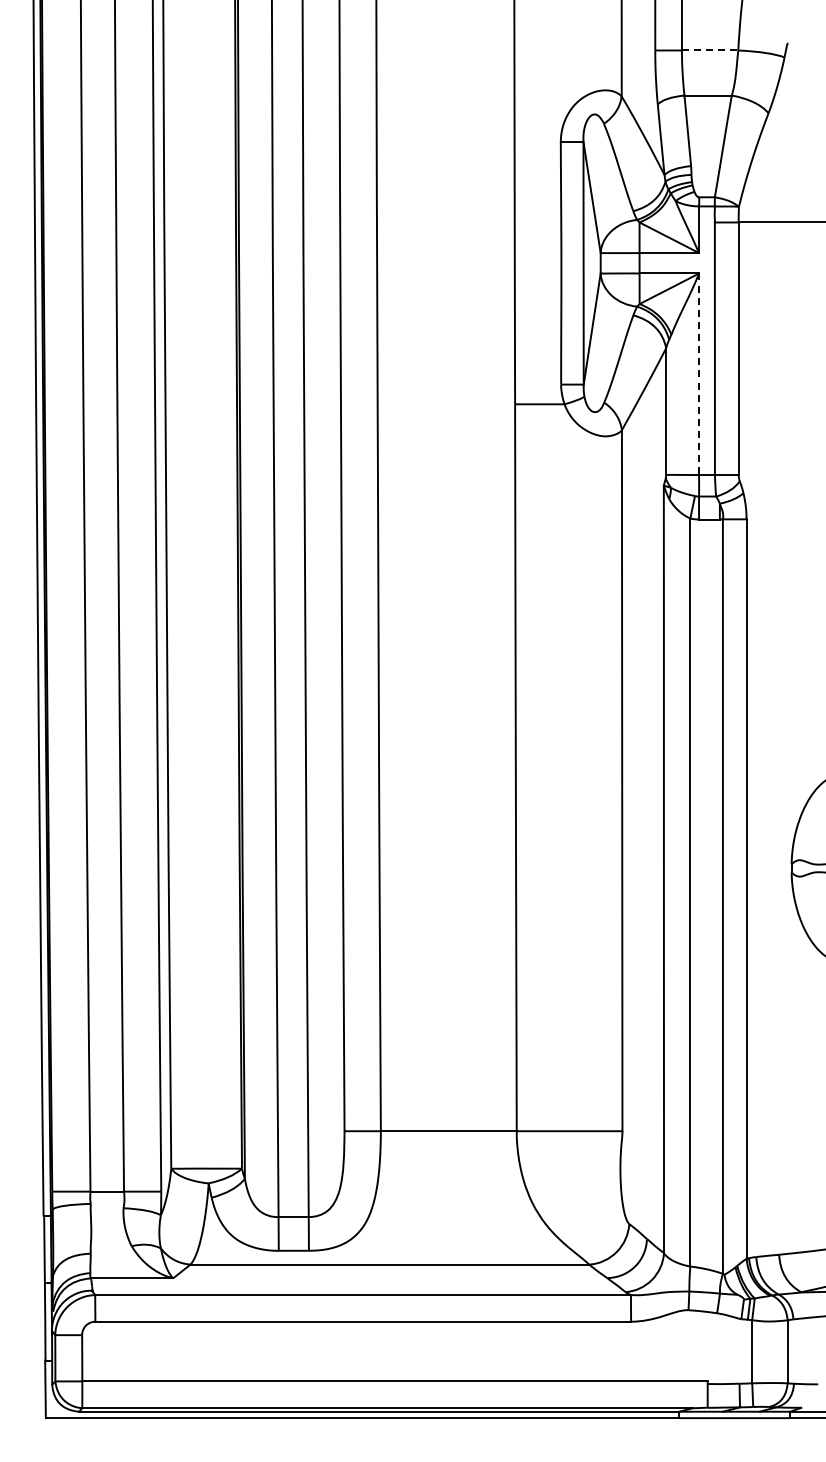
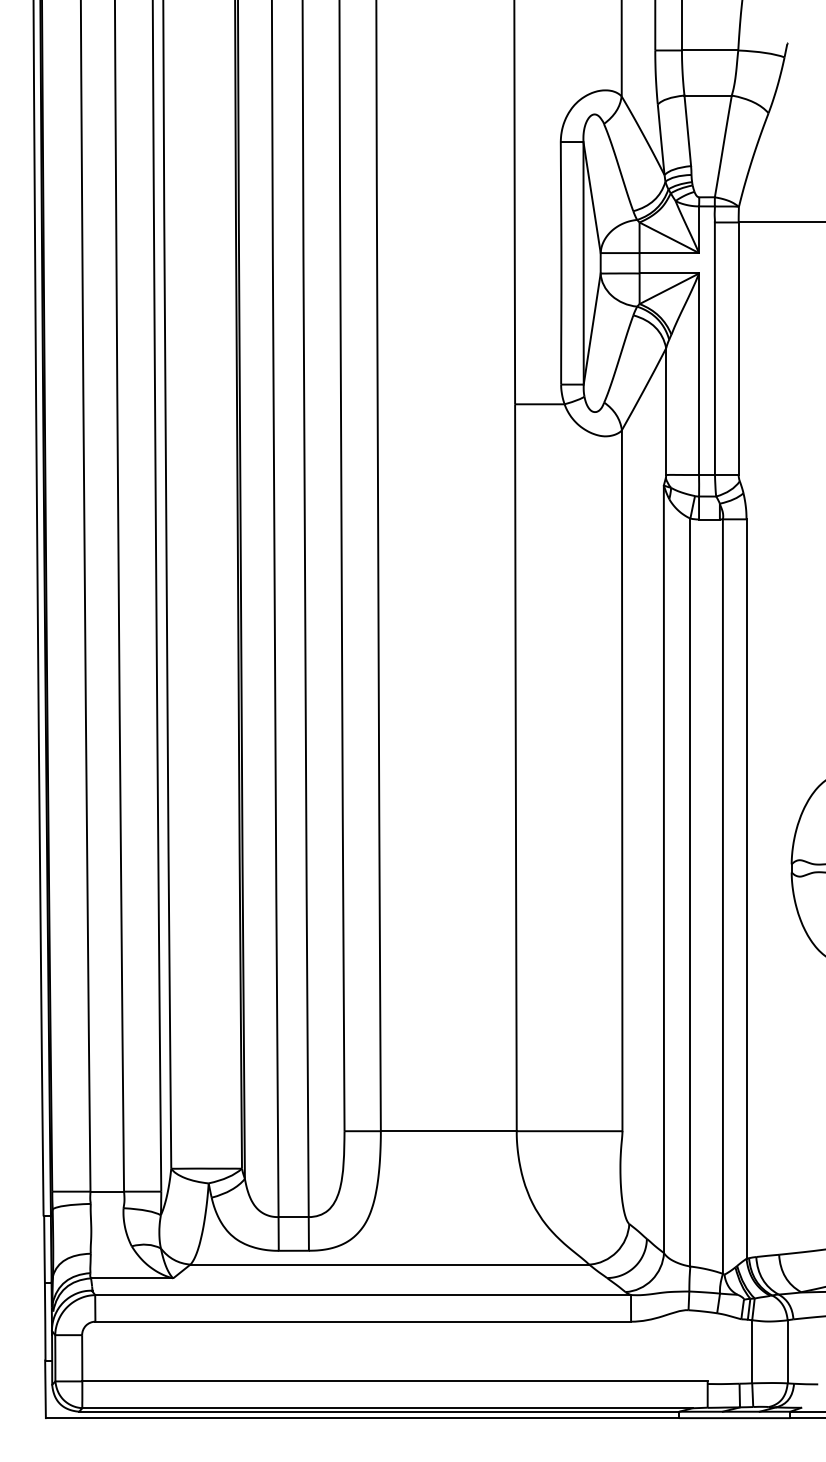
line at (710, 50): dashed -> solid
line at (699, 374): dashed -> solid
